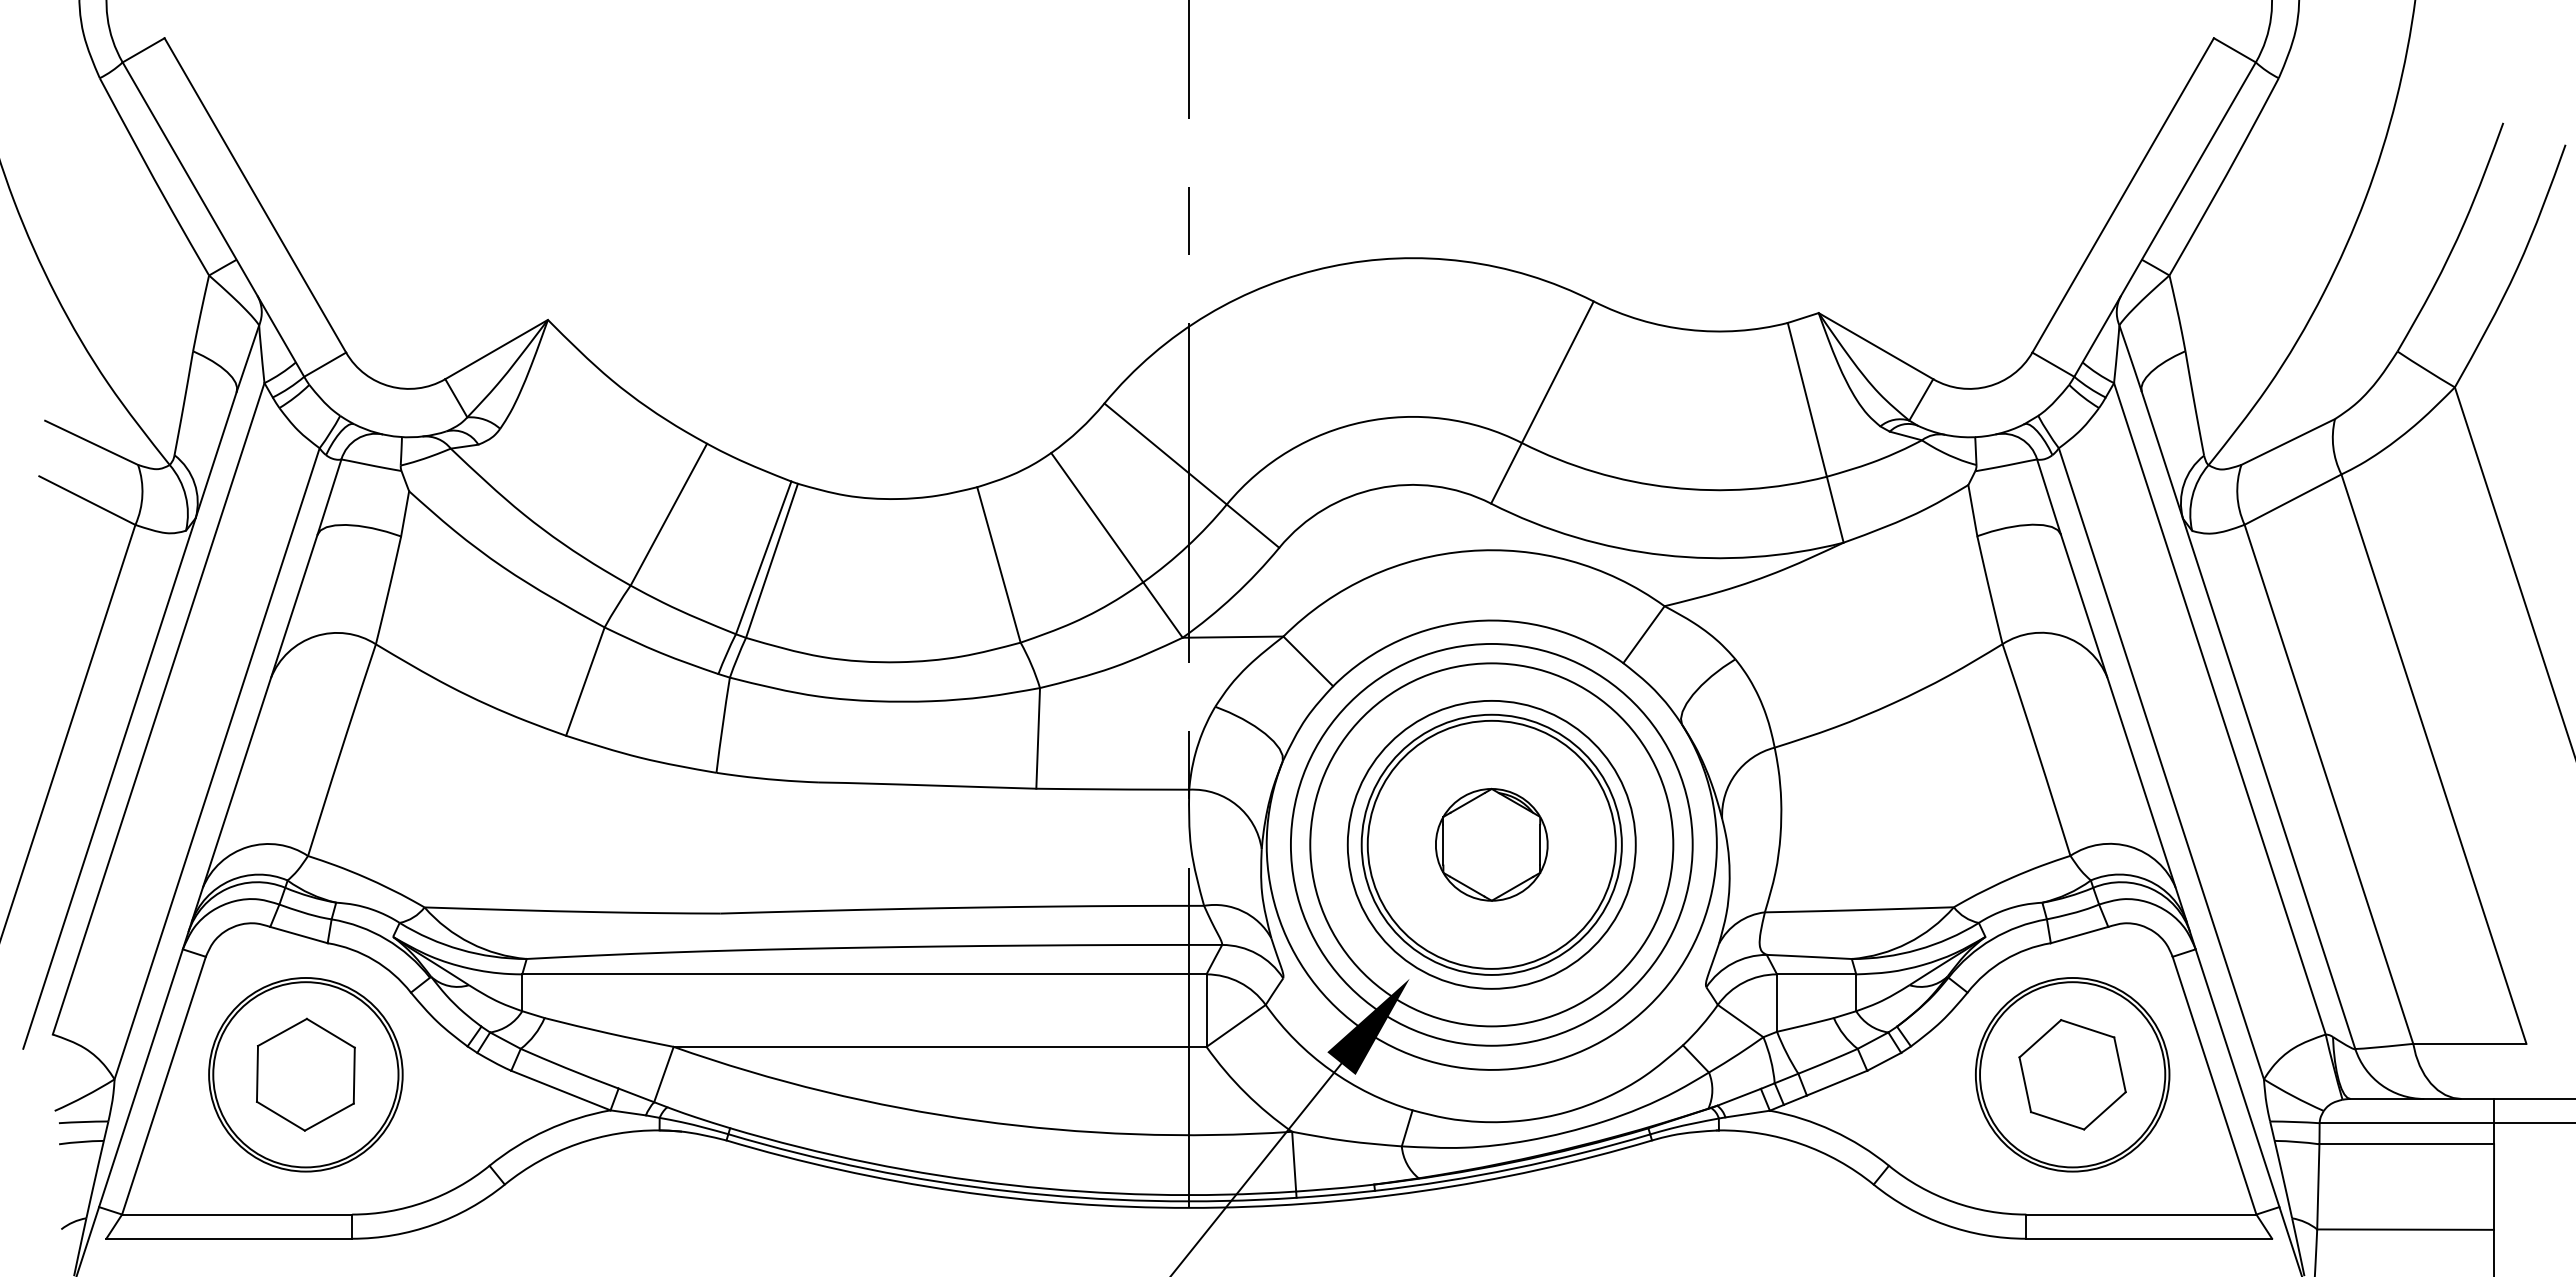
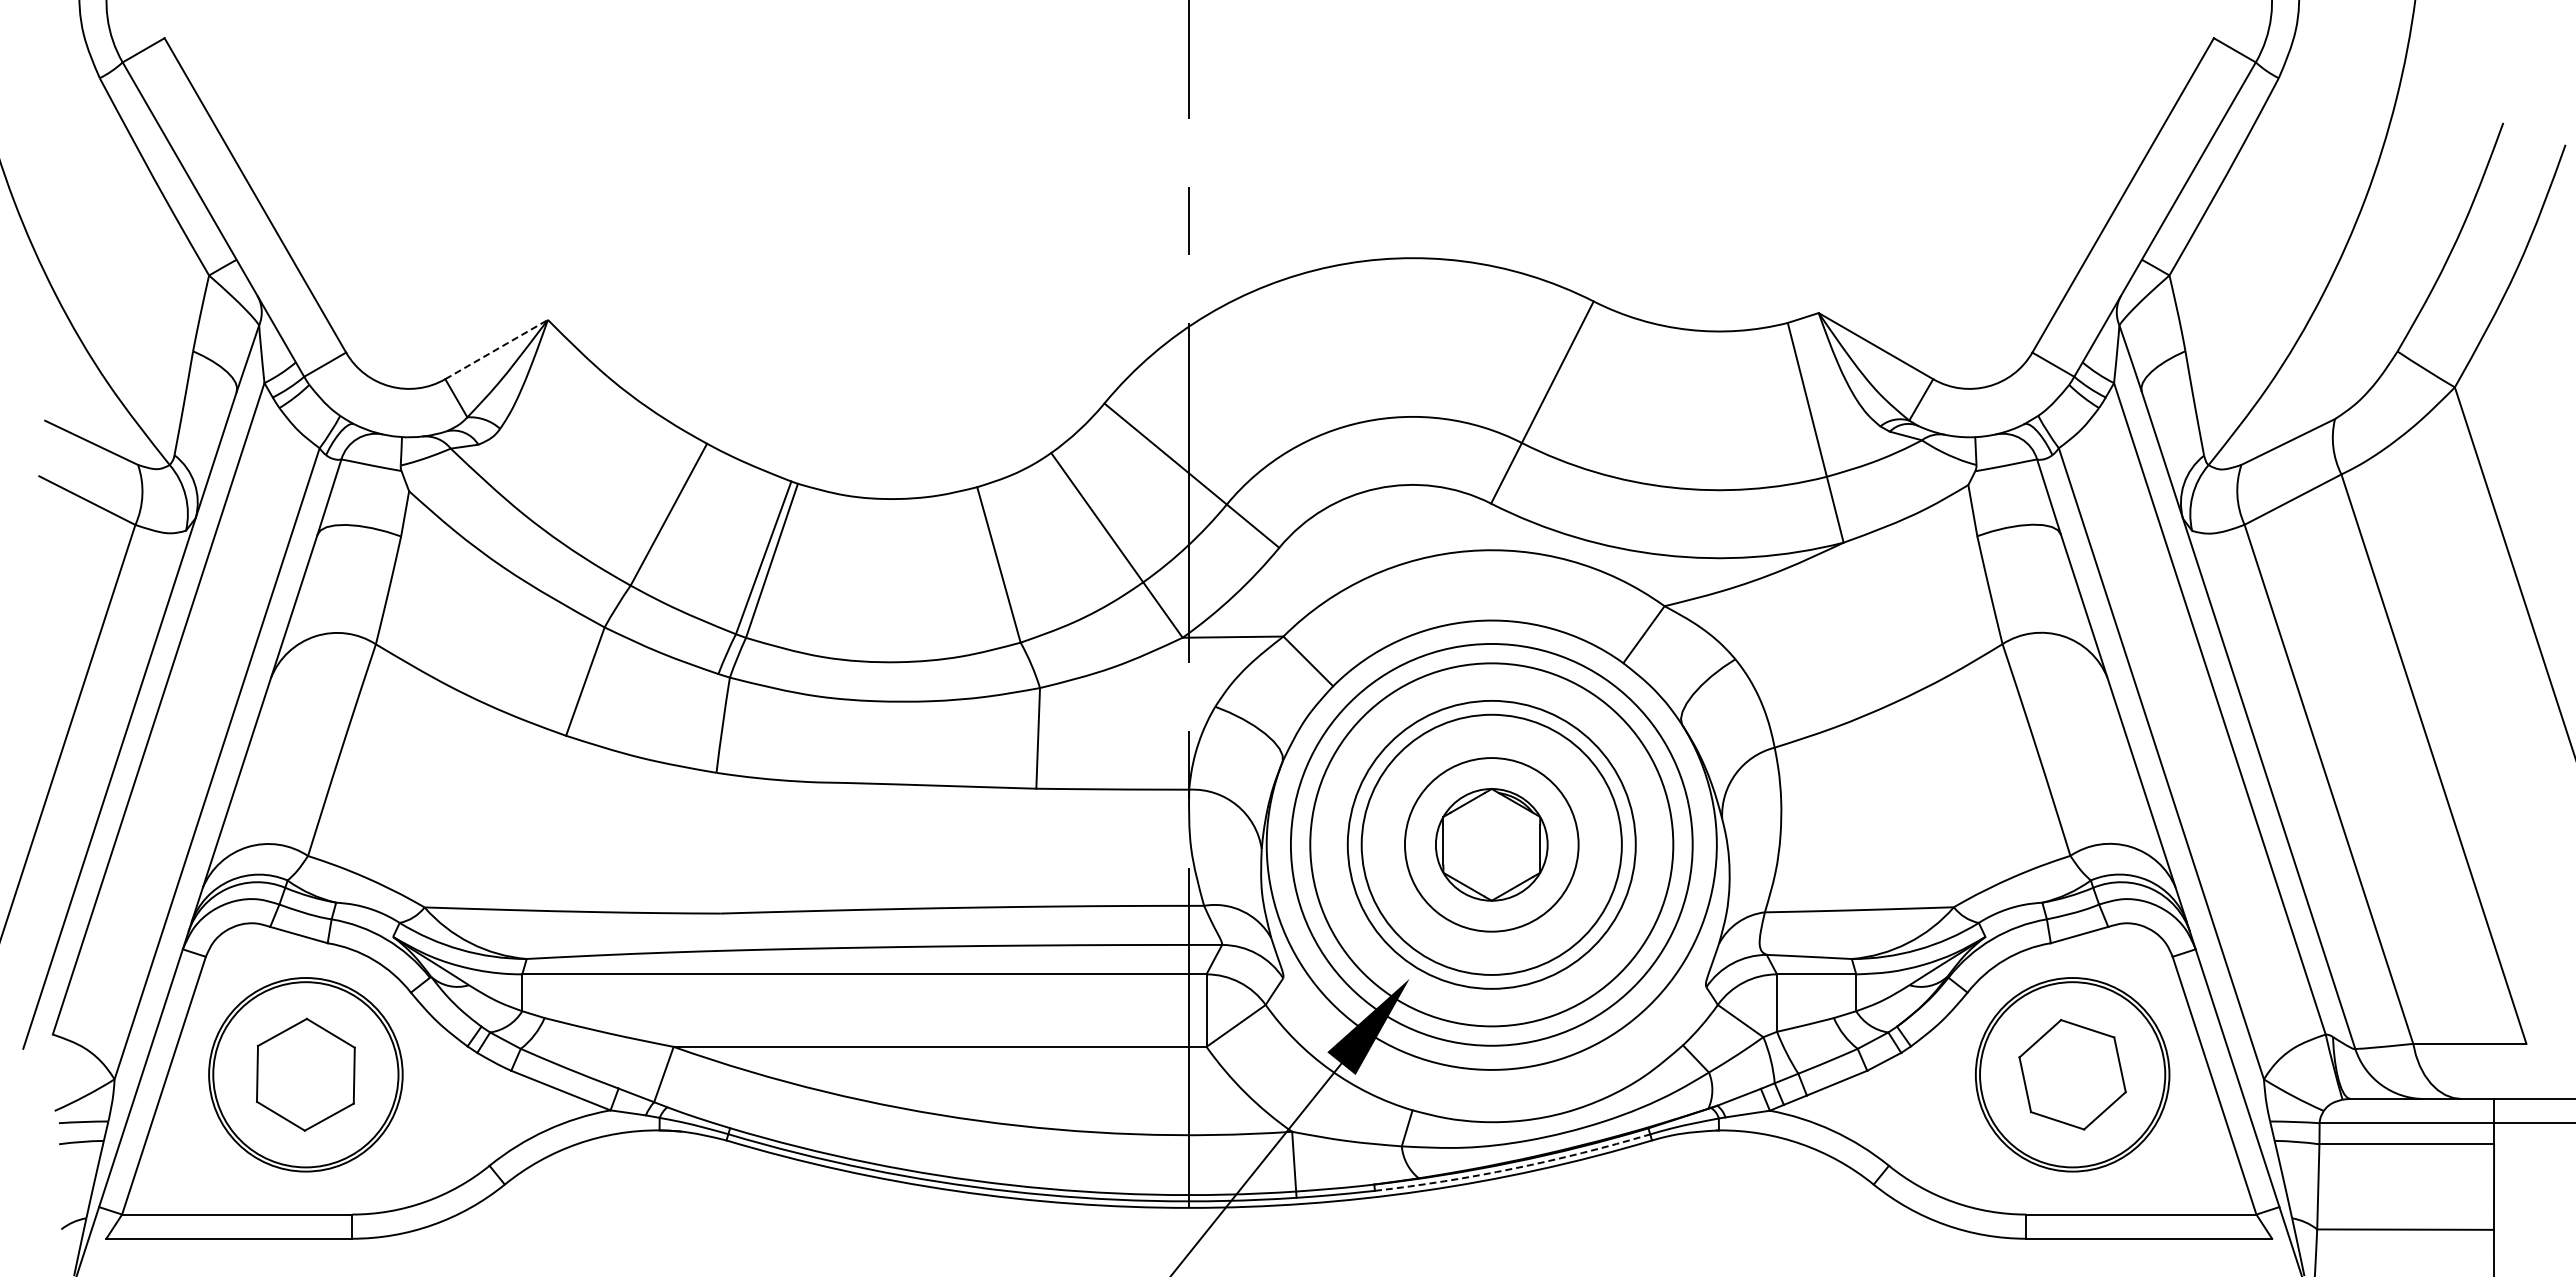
line at (497, 349): solid -> dashed
circle at (1491, 844) diameter: 248 px -> 174 px
arc at (1513, 1168): solid -> dashed
